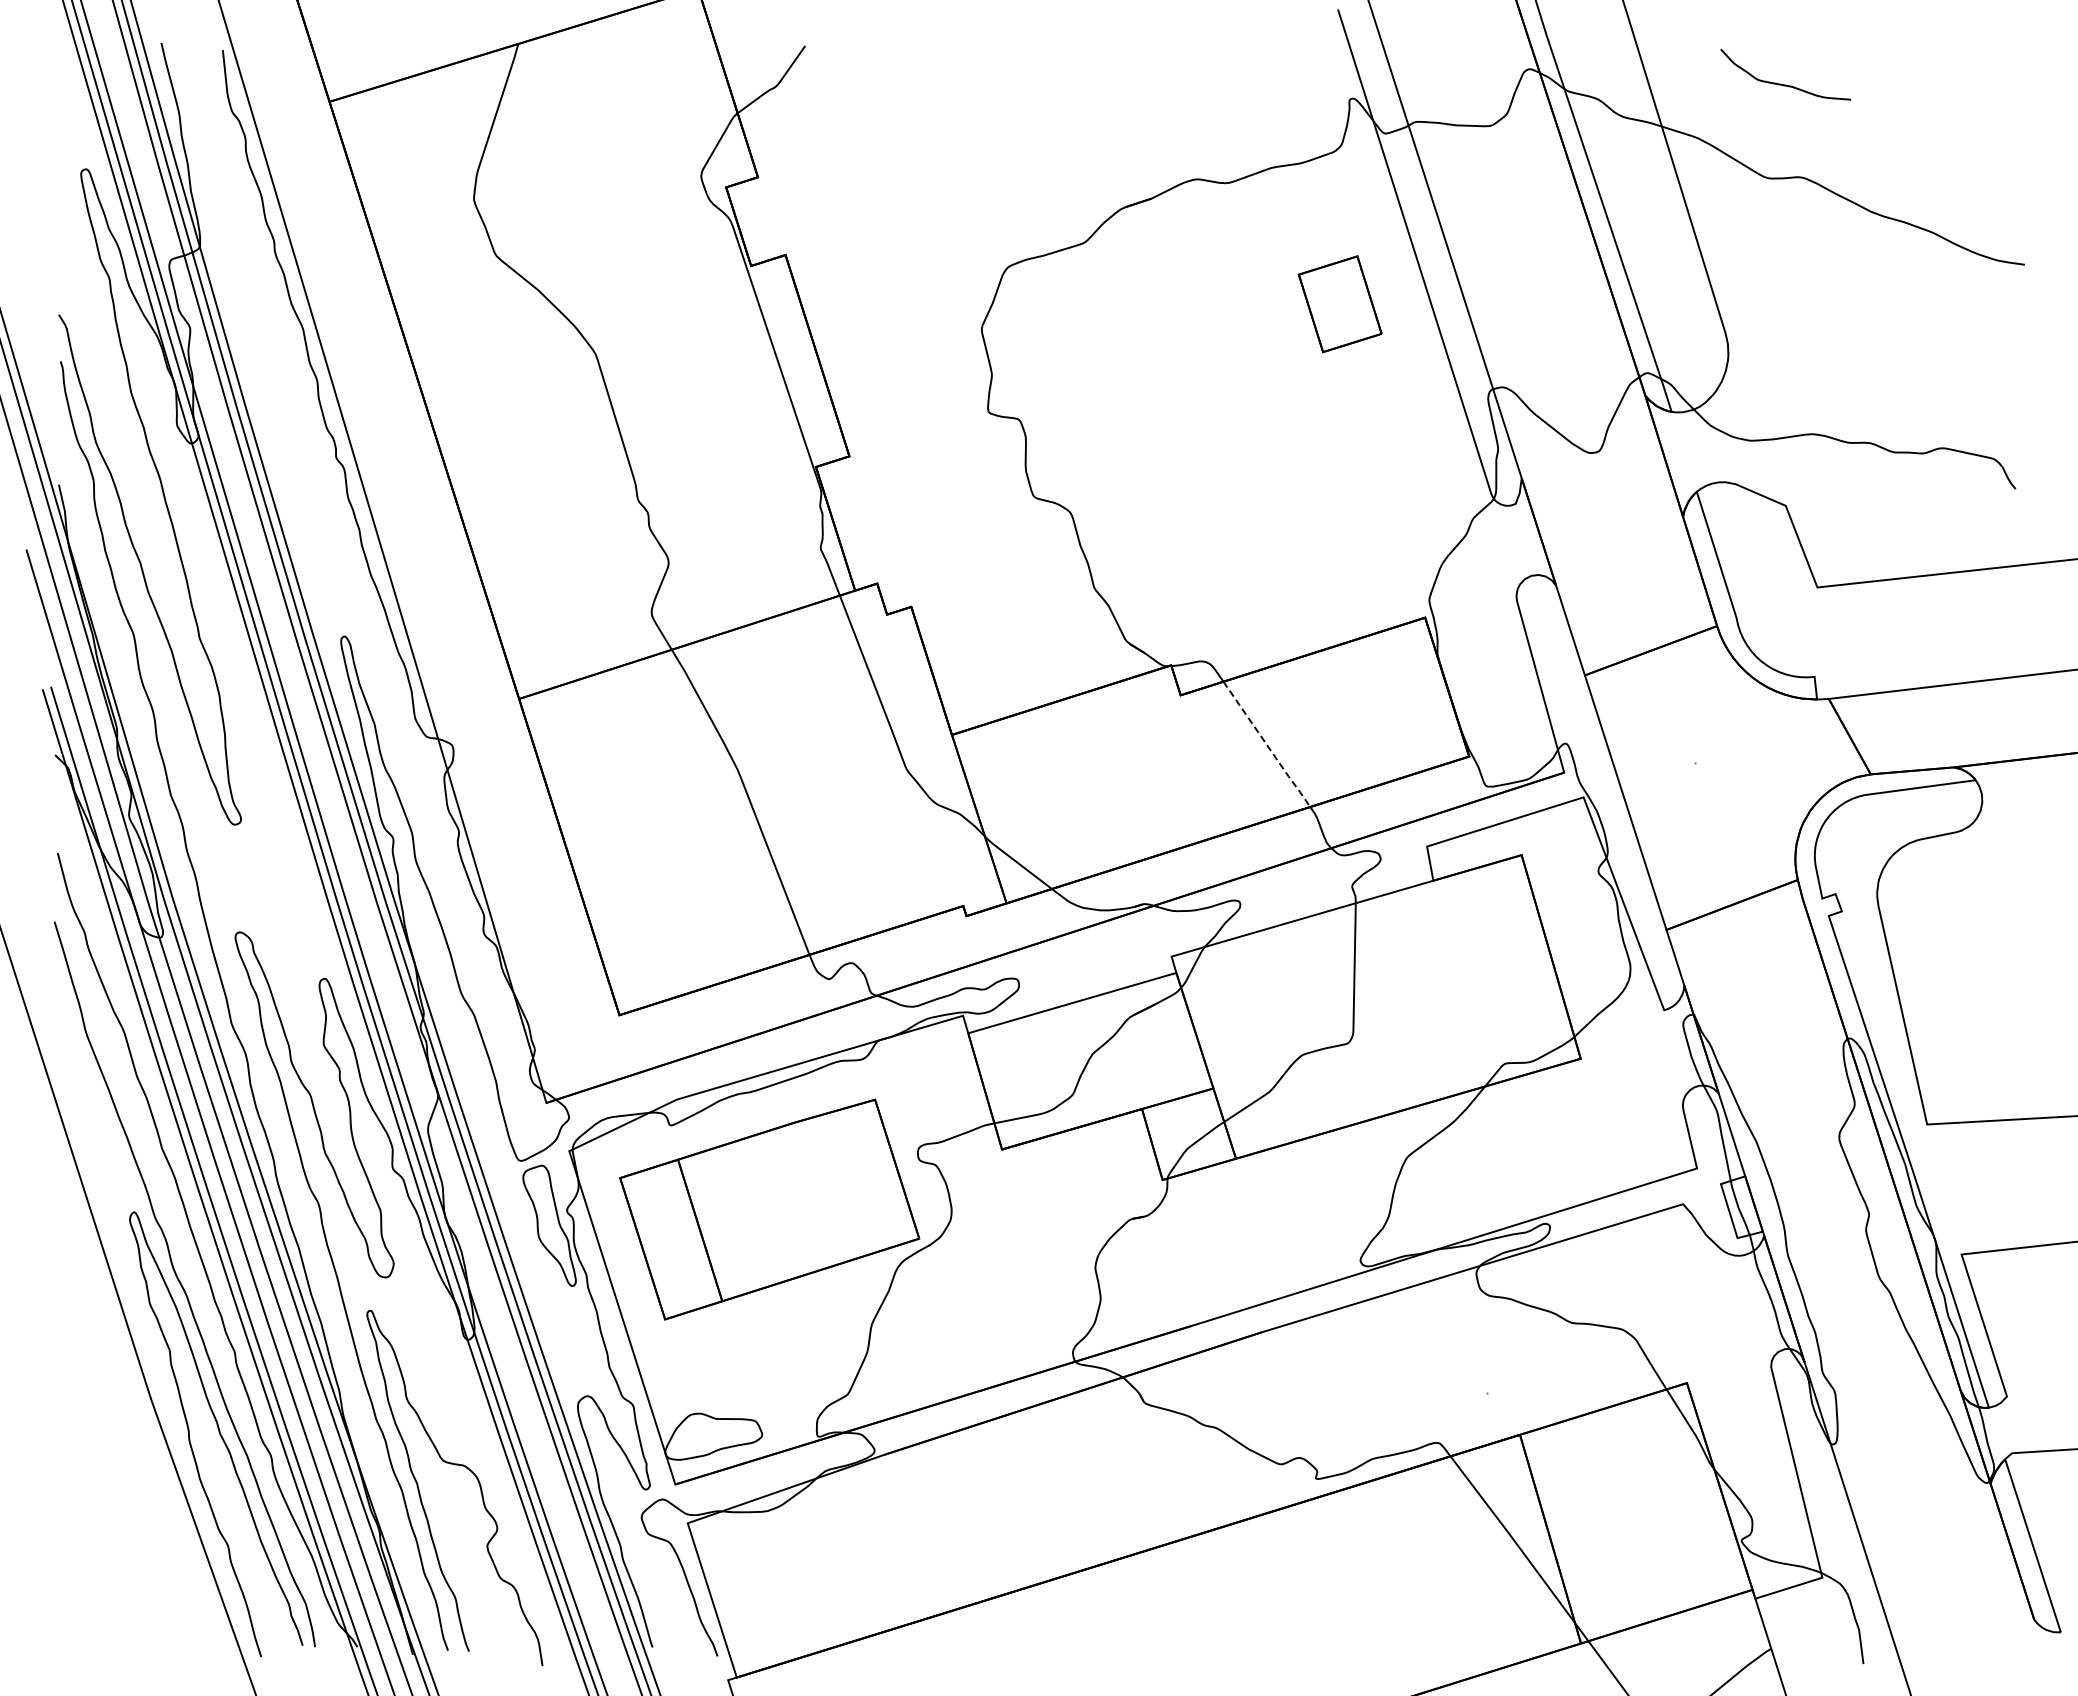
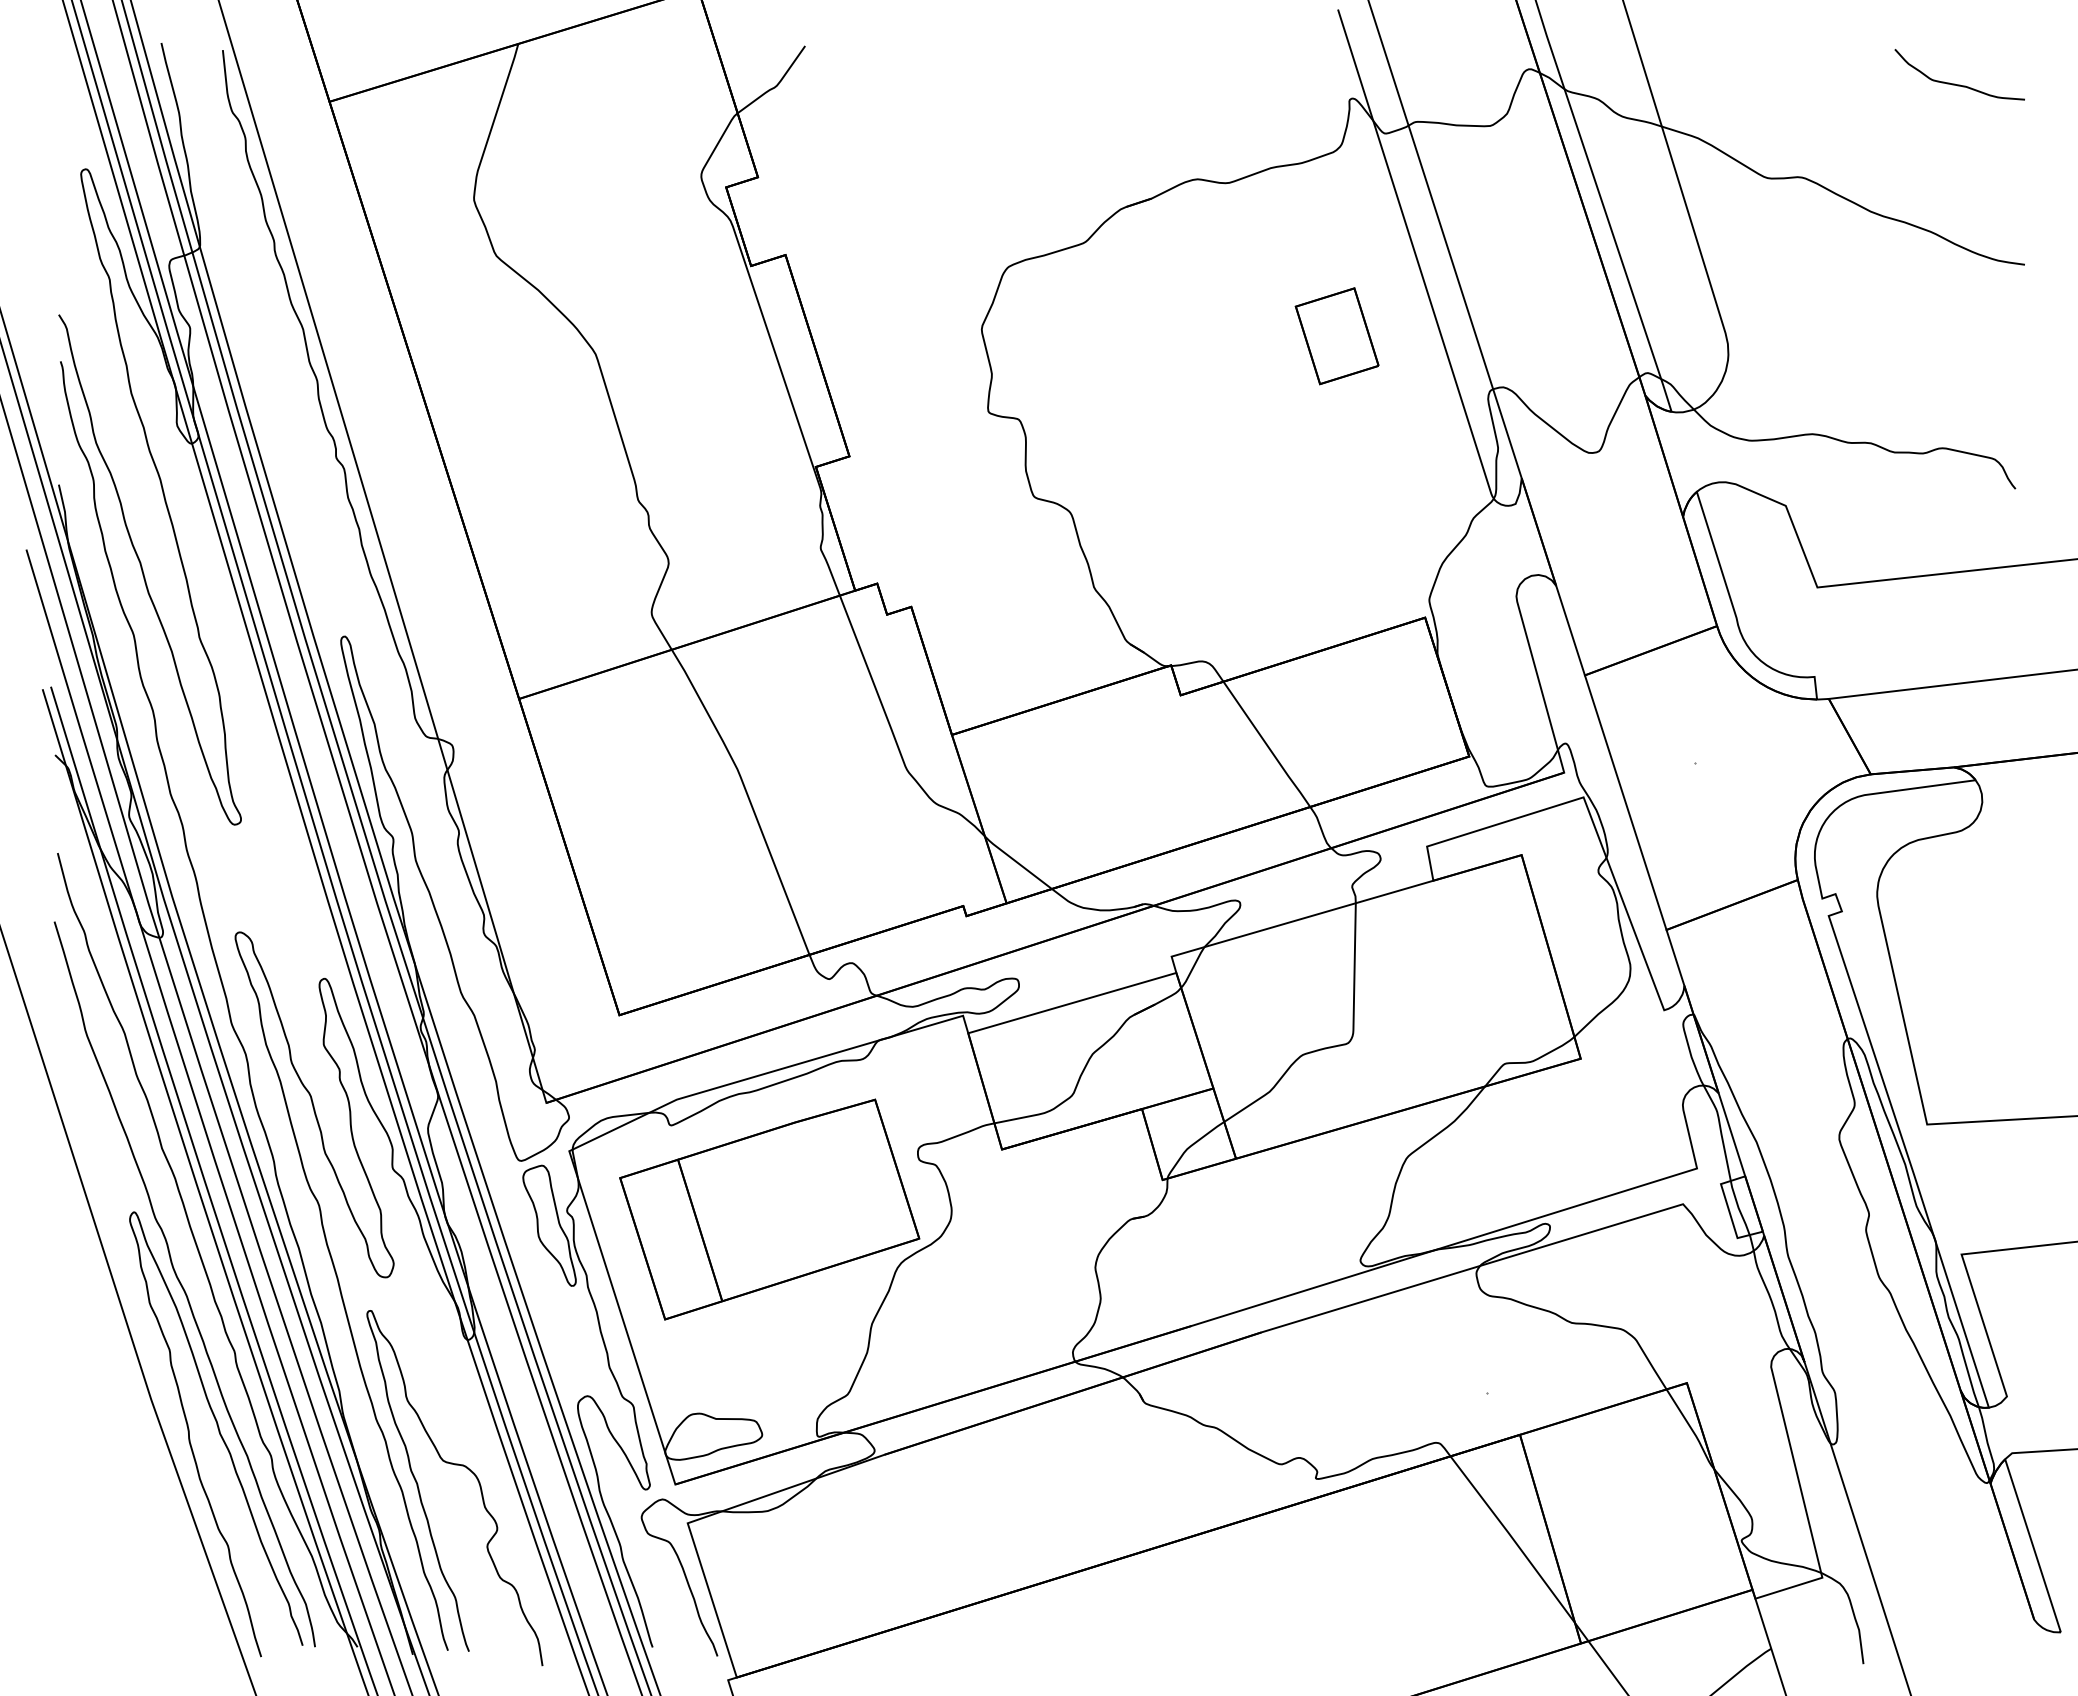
curve at (1781, 83) position: (1781, 83) -> (1955, 83)
part at (1339, 304) position: (1339, 304) -> (1336, 336)
line at (1267, 745): dashed -> solid
